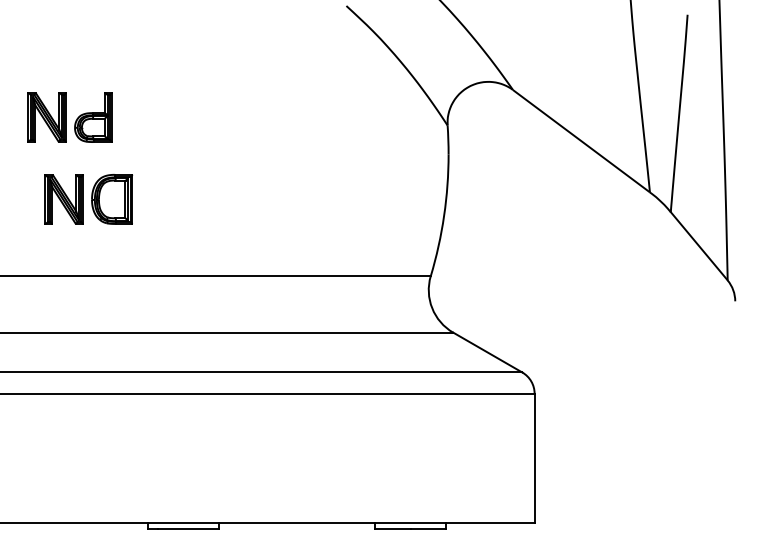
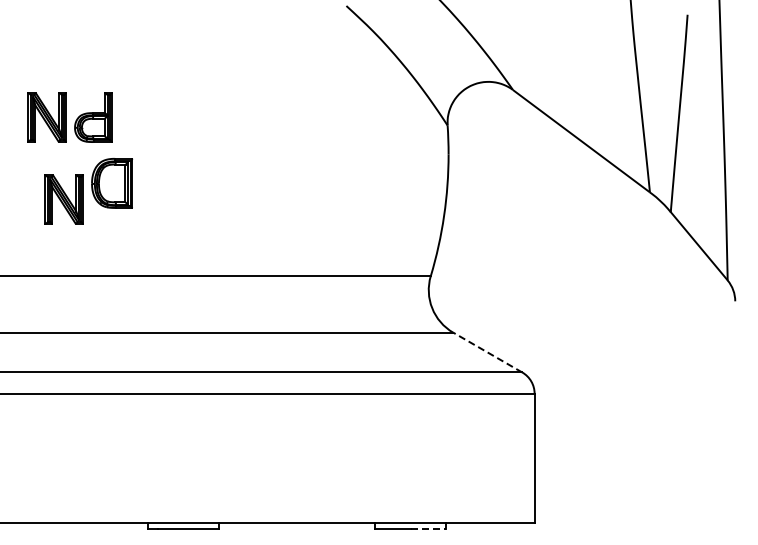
part at (112, 199) position: (112, 199) -> (112, 183)
line at (487, 352): solid -> dashed
line at (428, 528): solid -> dashed
